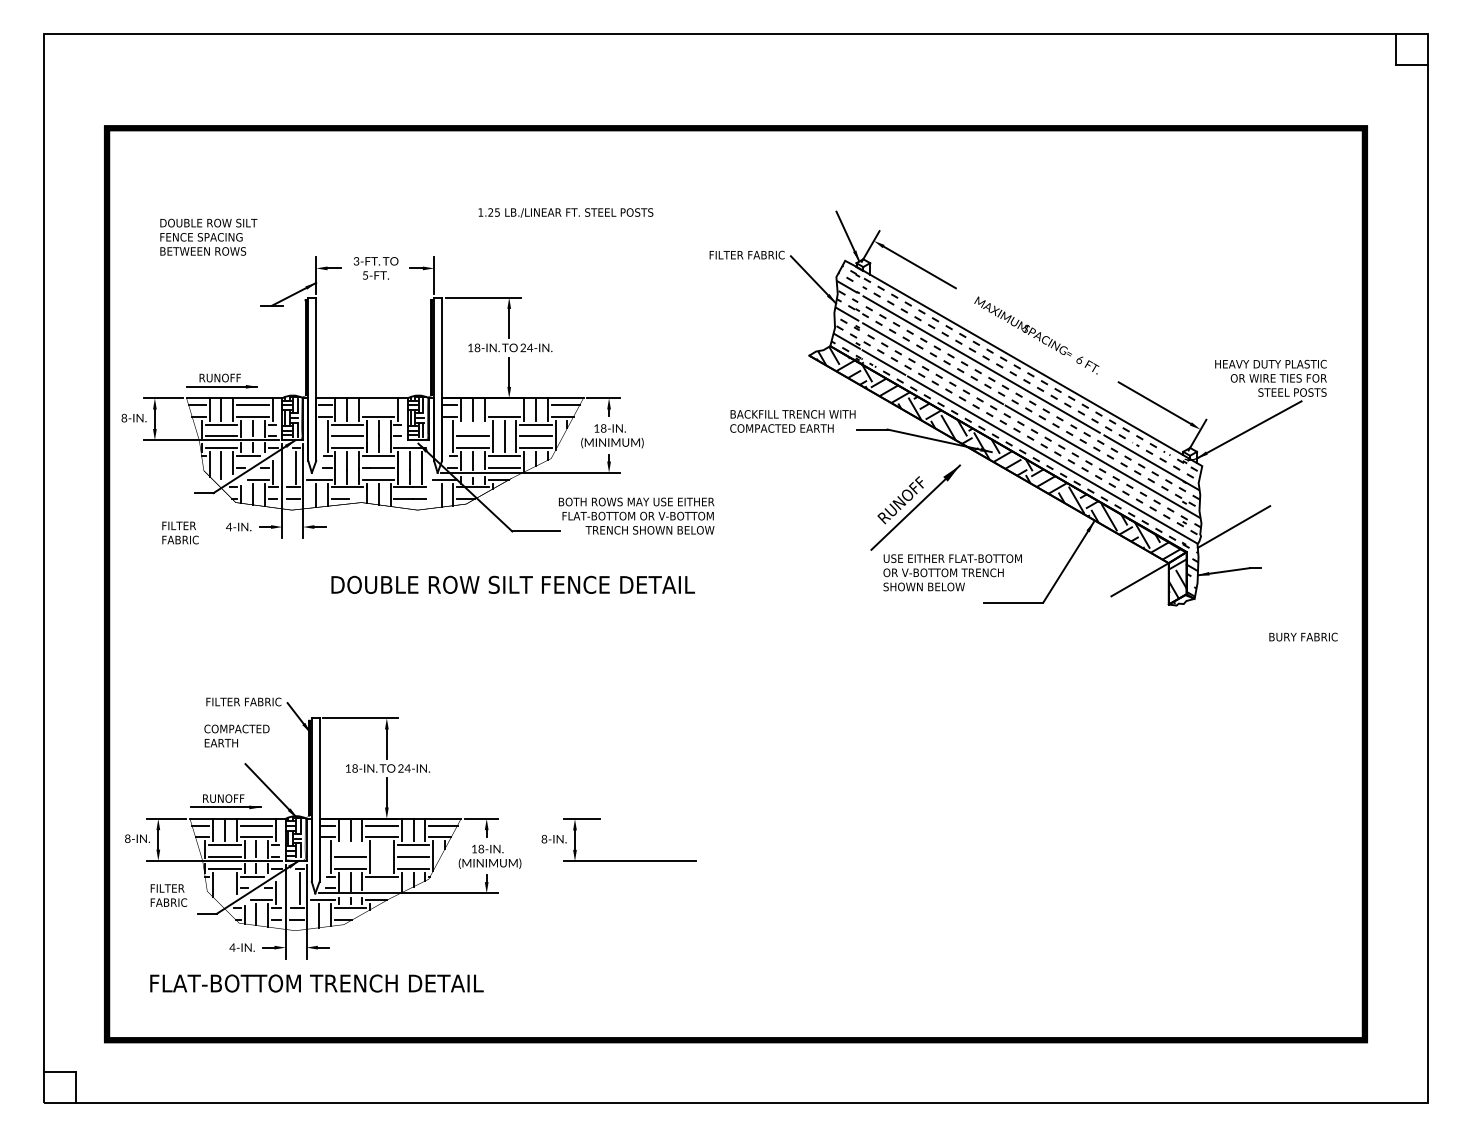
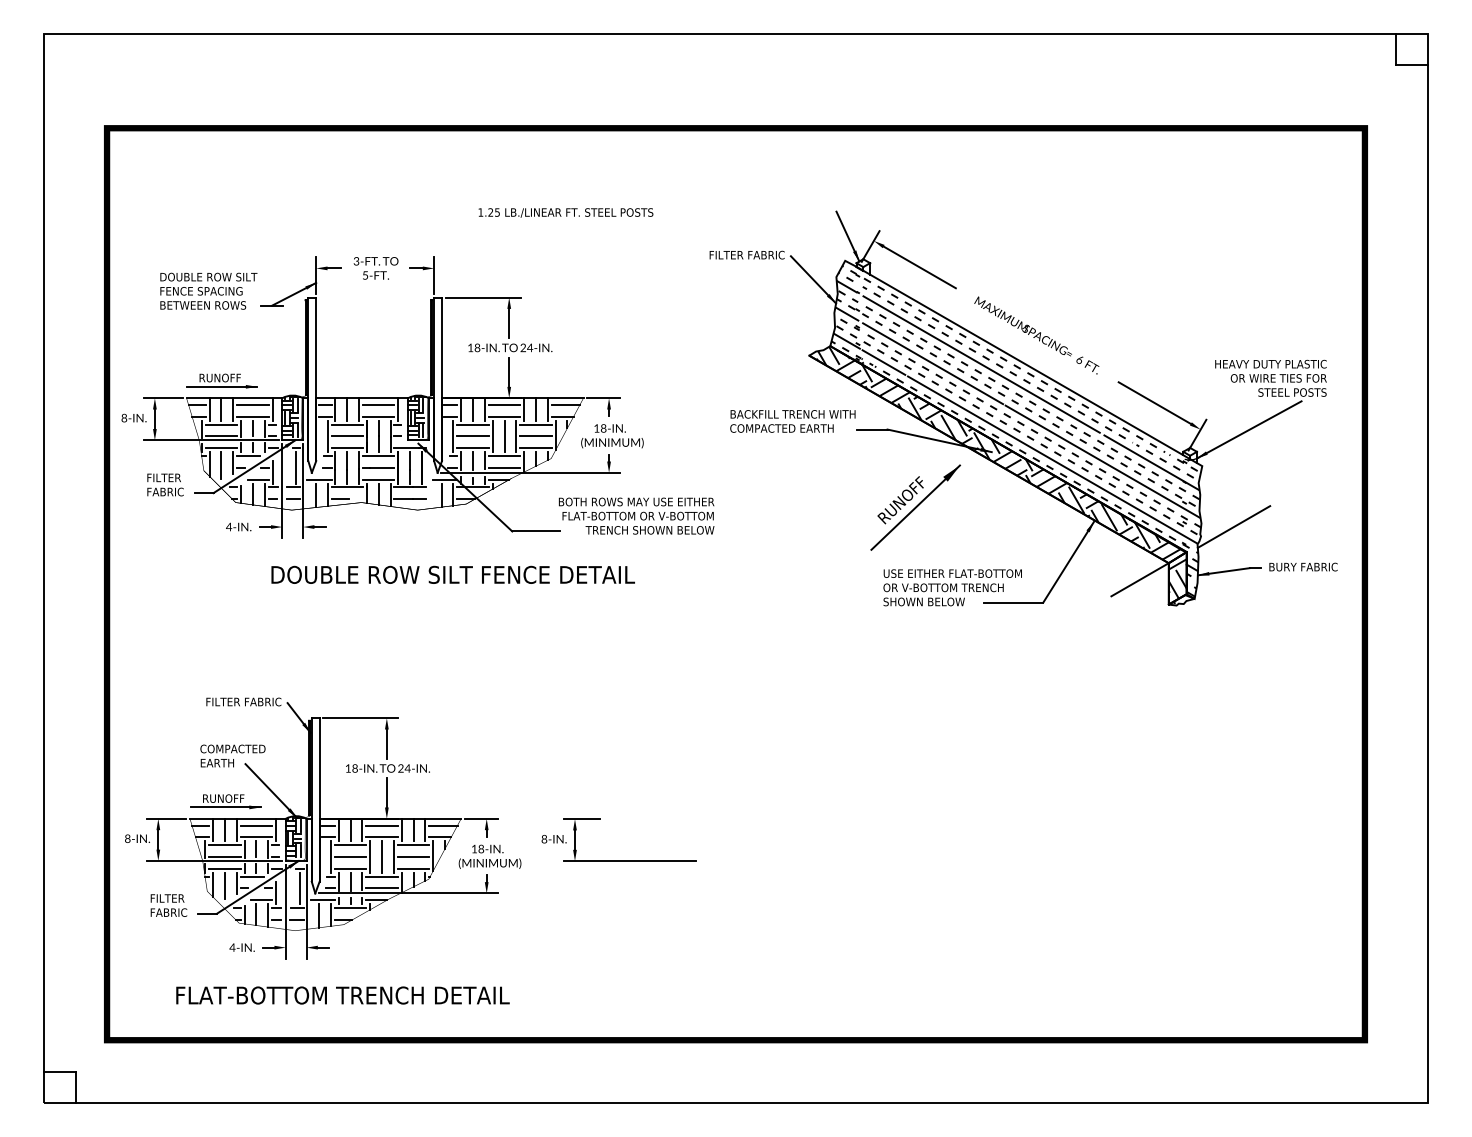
text at (208, 236) position: (208, 236) -> (208, 290)
line at (378, 404): none -> present
line at (504, 404): none -> present
line at (472, 424): none -> present
text at (180, 532) position: (180, 532) -> (165, 484)
text at (952, 572) position: (952, 572) -> (952, 587)
text at (512, 584) position: (512, 584) -> (452, 574)
text at (1303, 636) position: (1303, 636) -> (1303, 566)
text at (236, 735) position: (236, 735) -> (232, 755)
line at (350, 845): none -> present
line at (382, 856): none -> present
line at (224, 885): none -> present
line at (381, 888): none -> present
text at (168, 895) position: (168, 895) -> (168, 905)
text at (316, 983) position: (316, 983) -> (342, 995)
